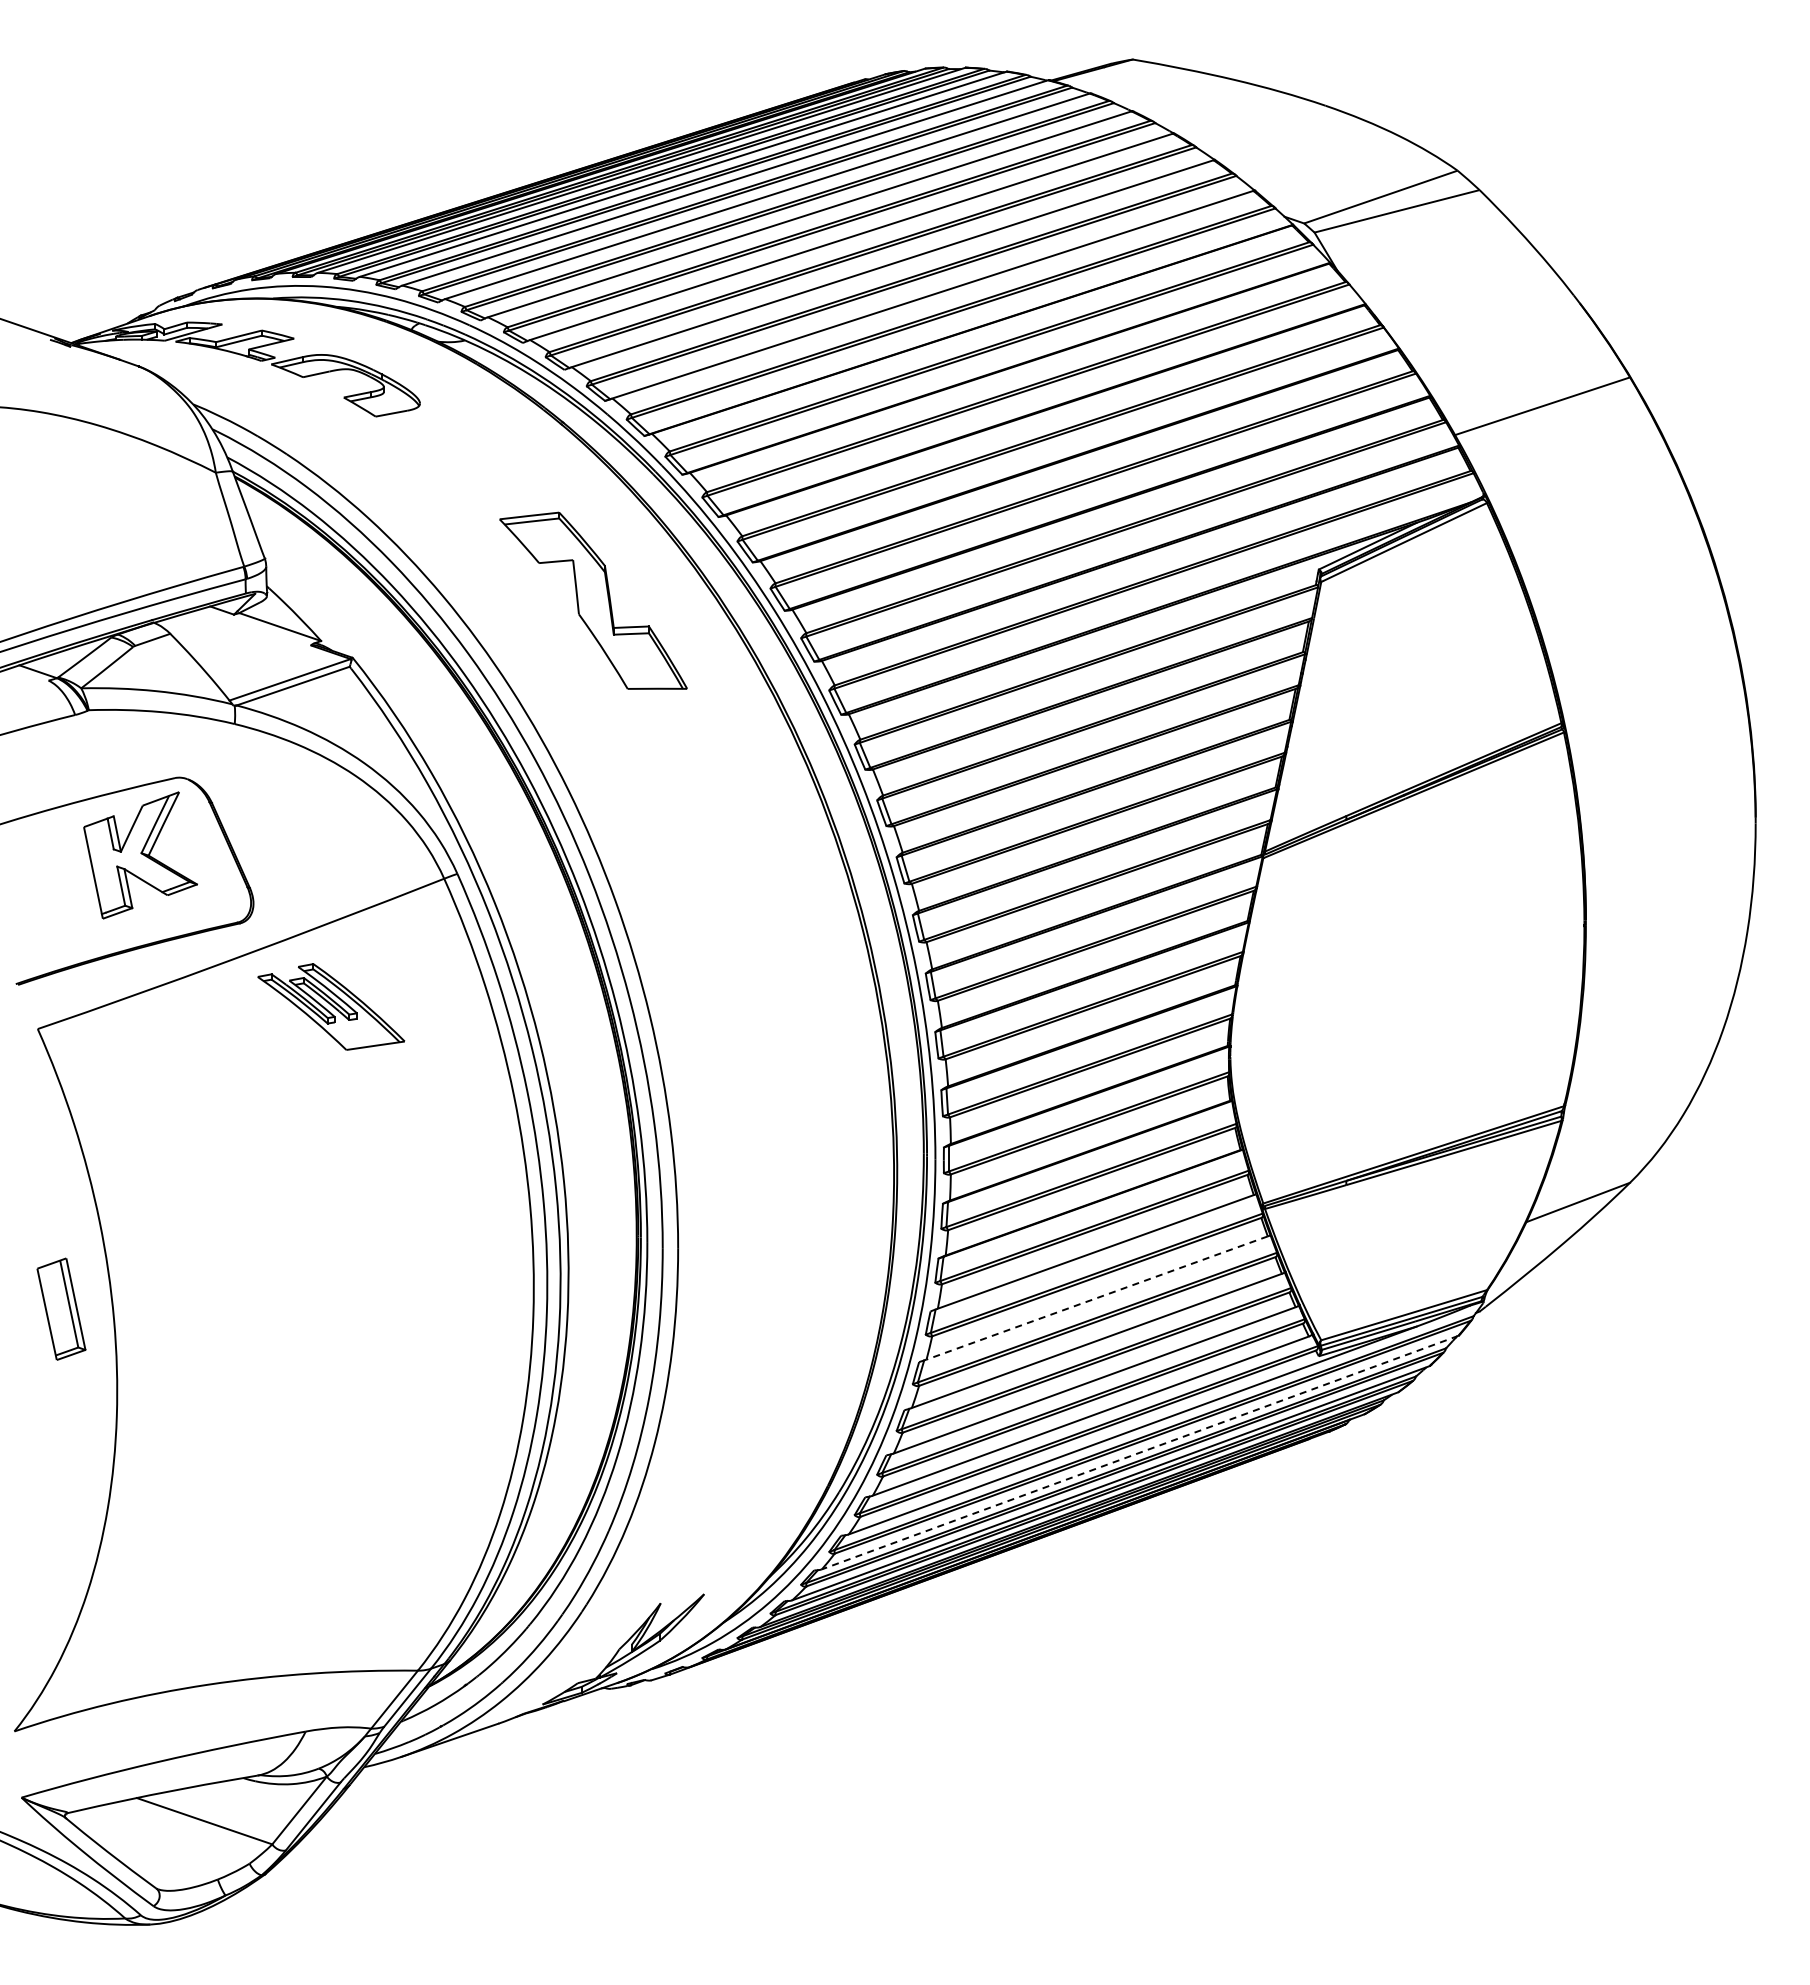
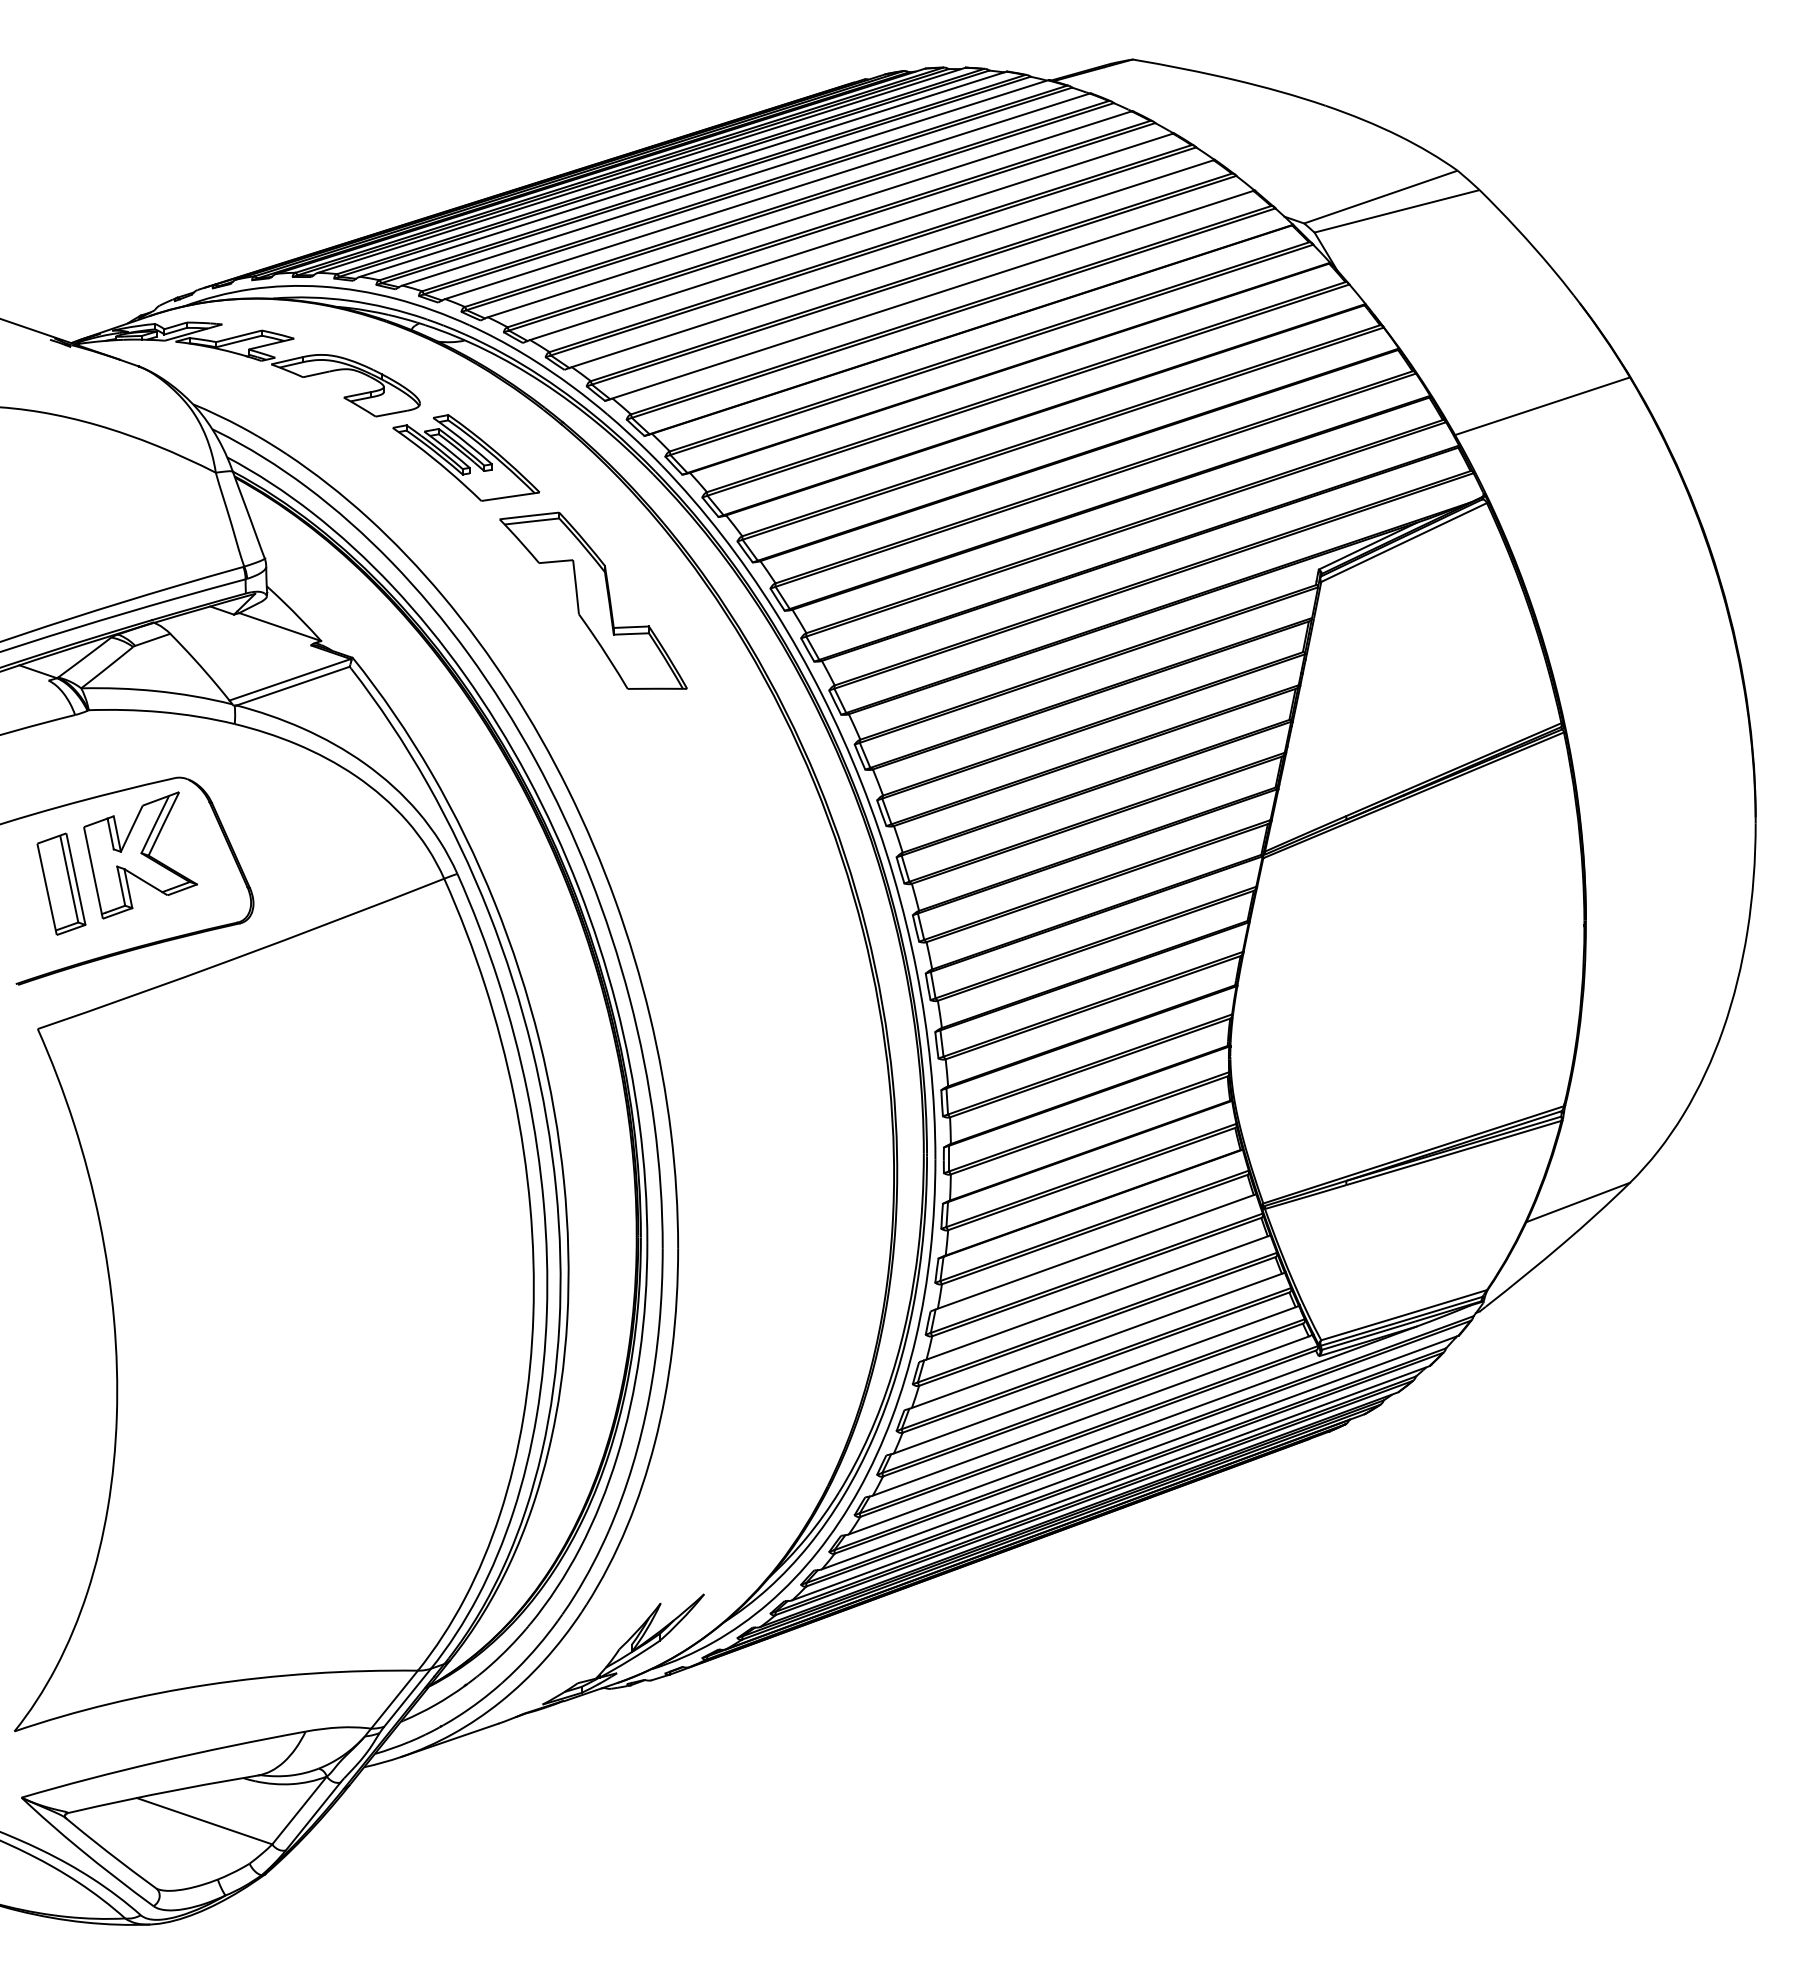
part at (331, 1006) position: (331, 1006) -> (466, 457)
line at (1096, 1298): dashed -> solid
part at (61, 1308) position: (61, 1308) -> (61, 883)
line at (1140, 1452): dashed -> solid
